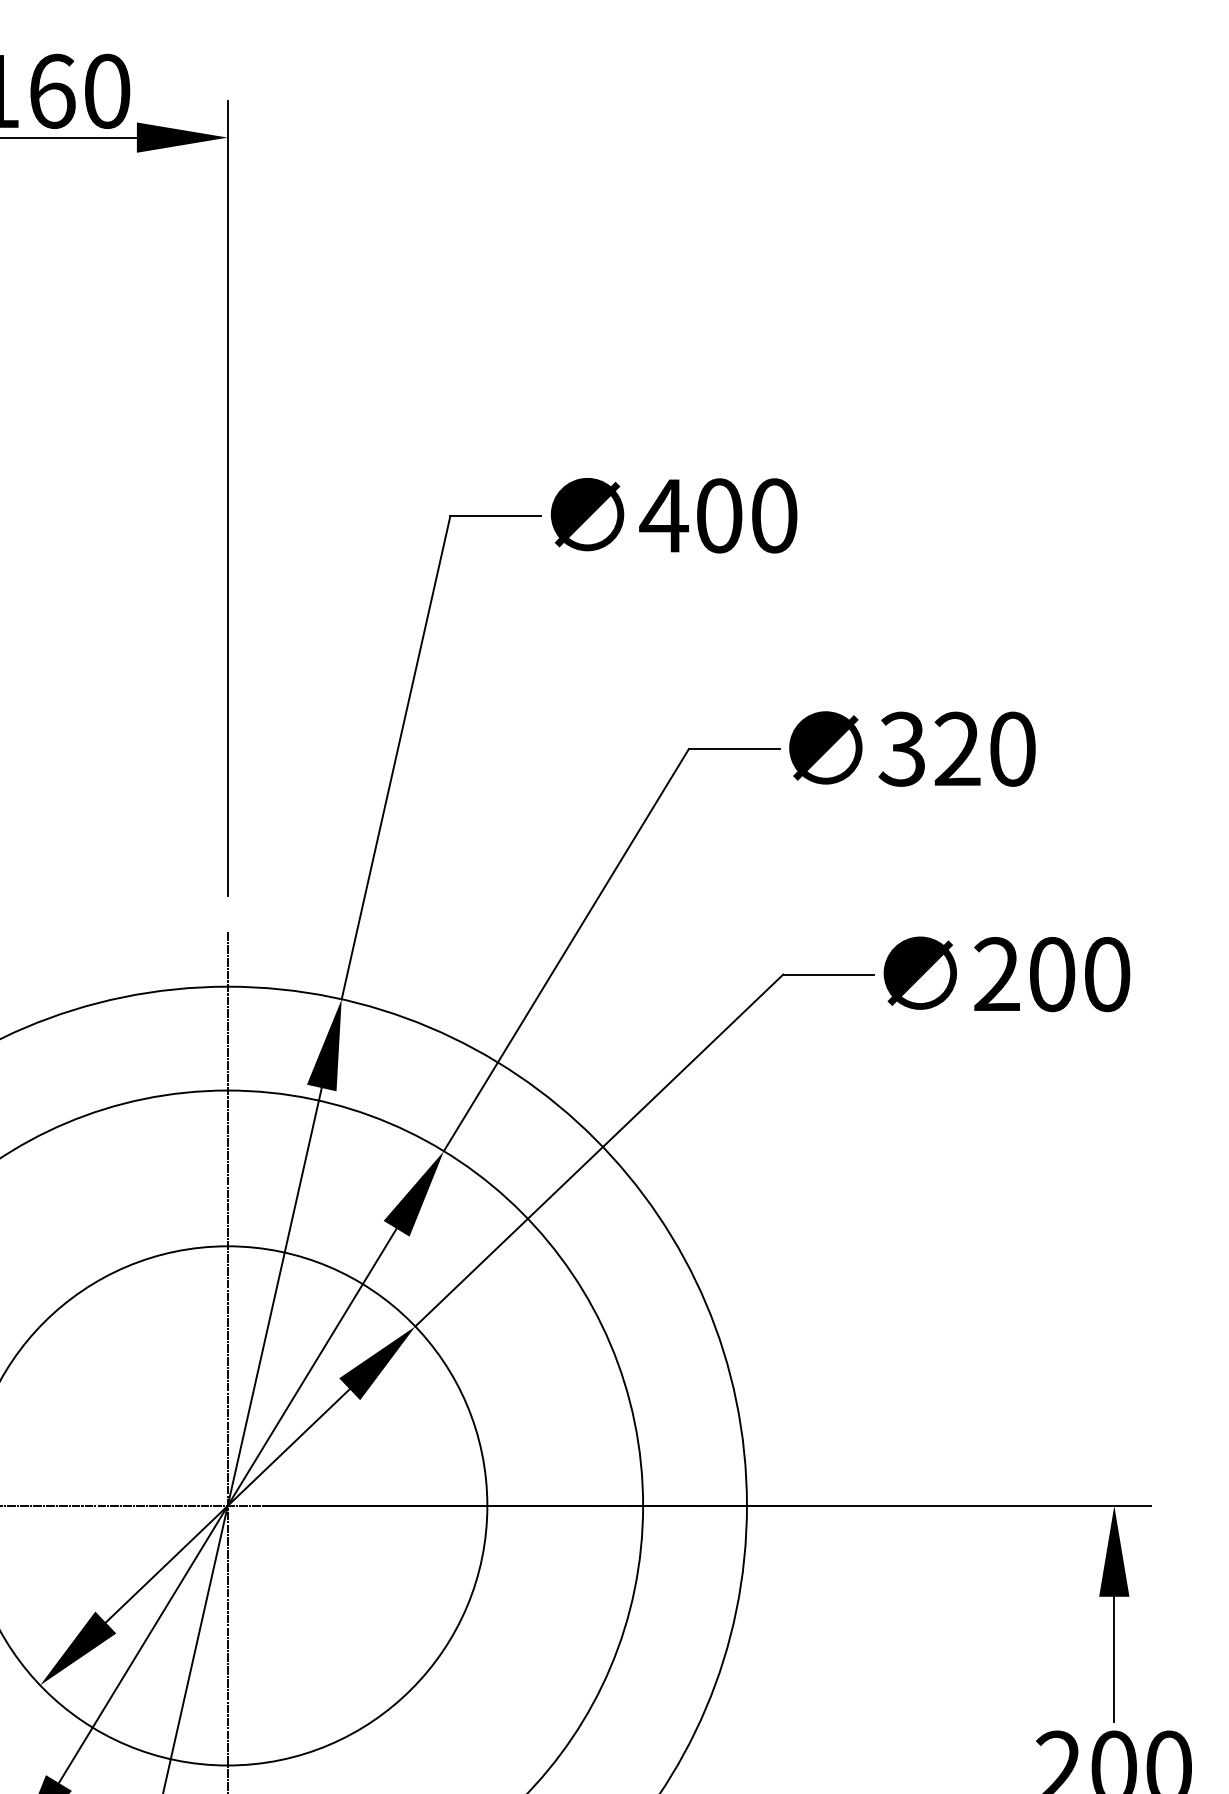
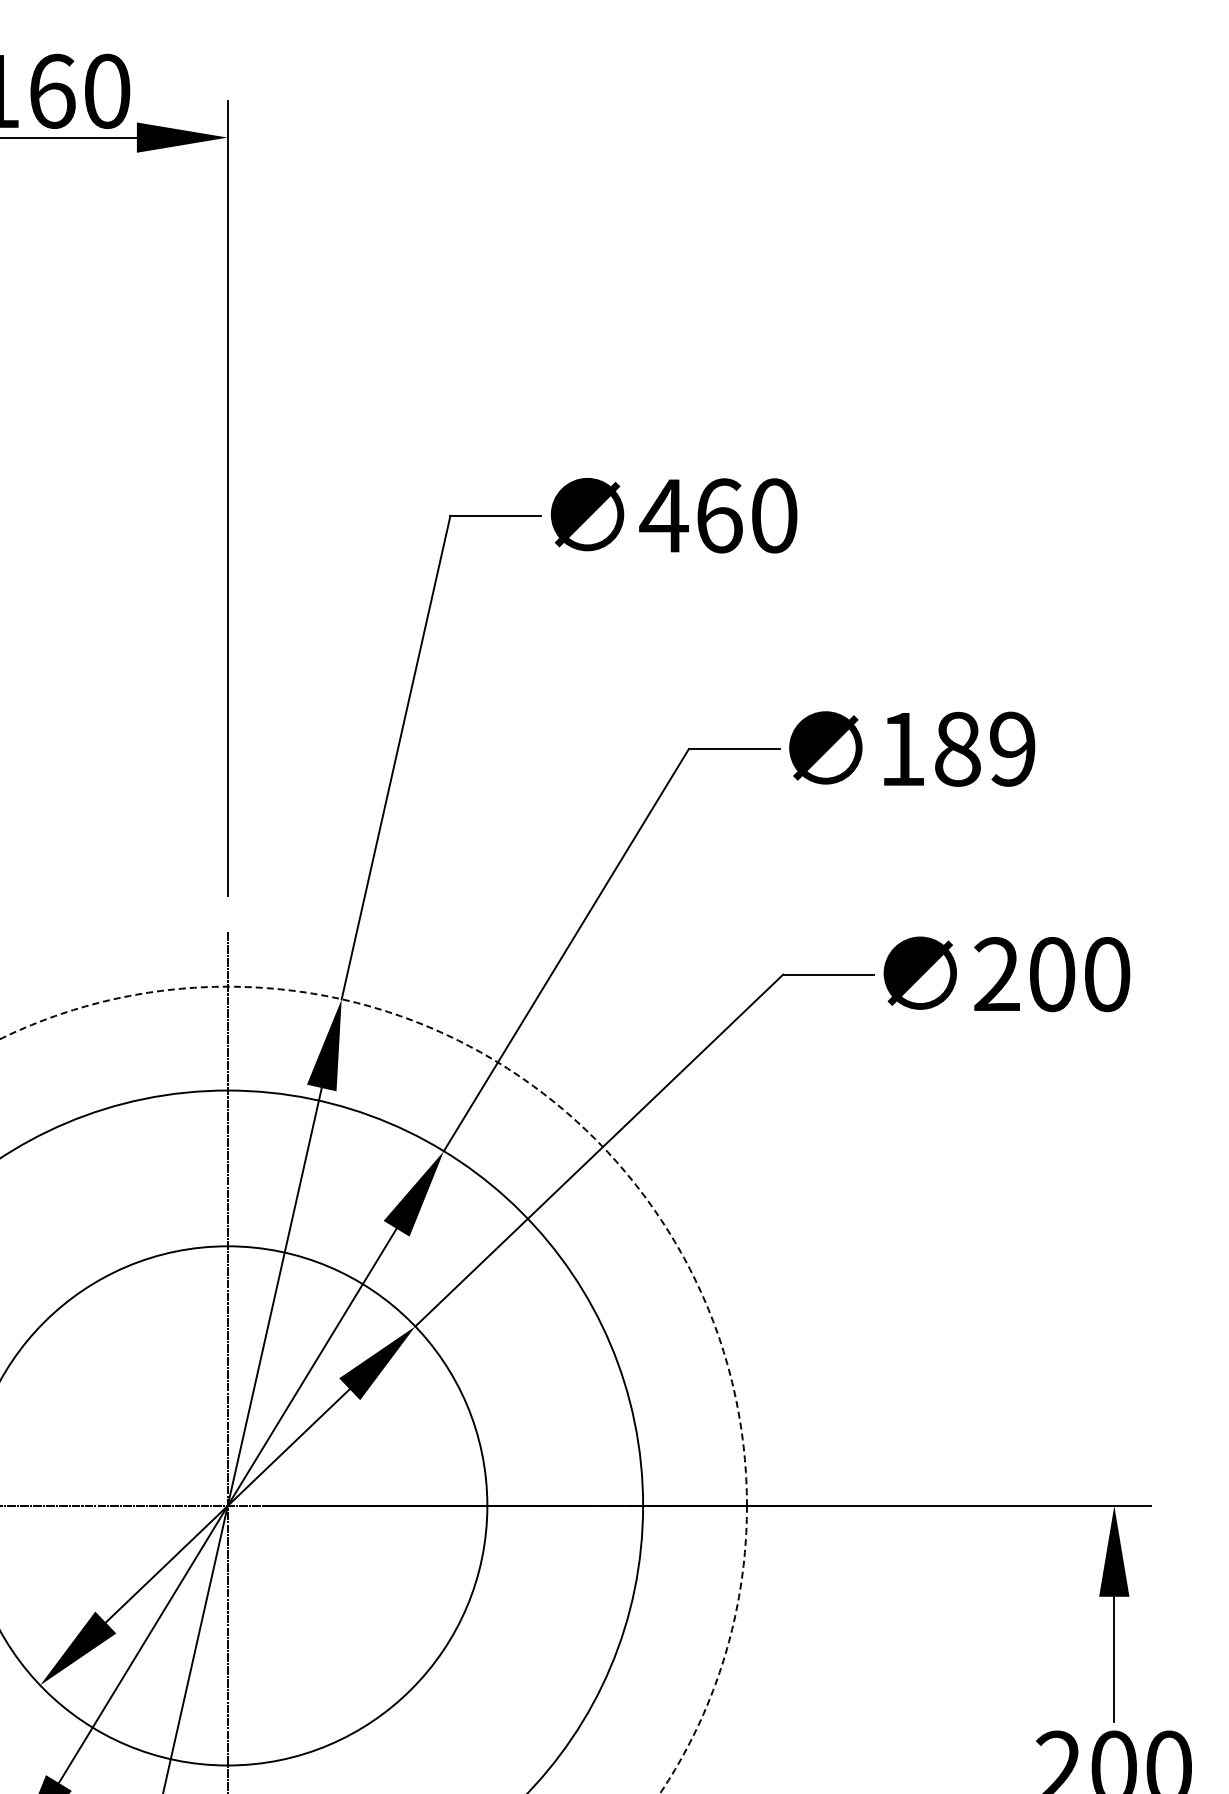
text at (719, 515): 400 -> 460
text at (956, 748): 320 -> 189
circle at (373, 1389): solid -> dashed
